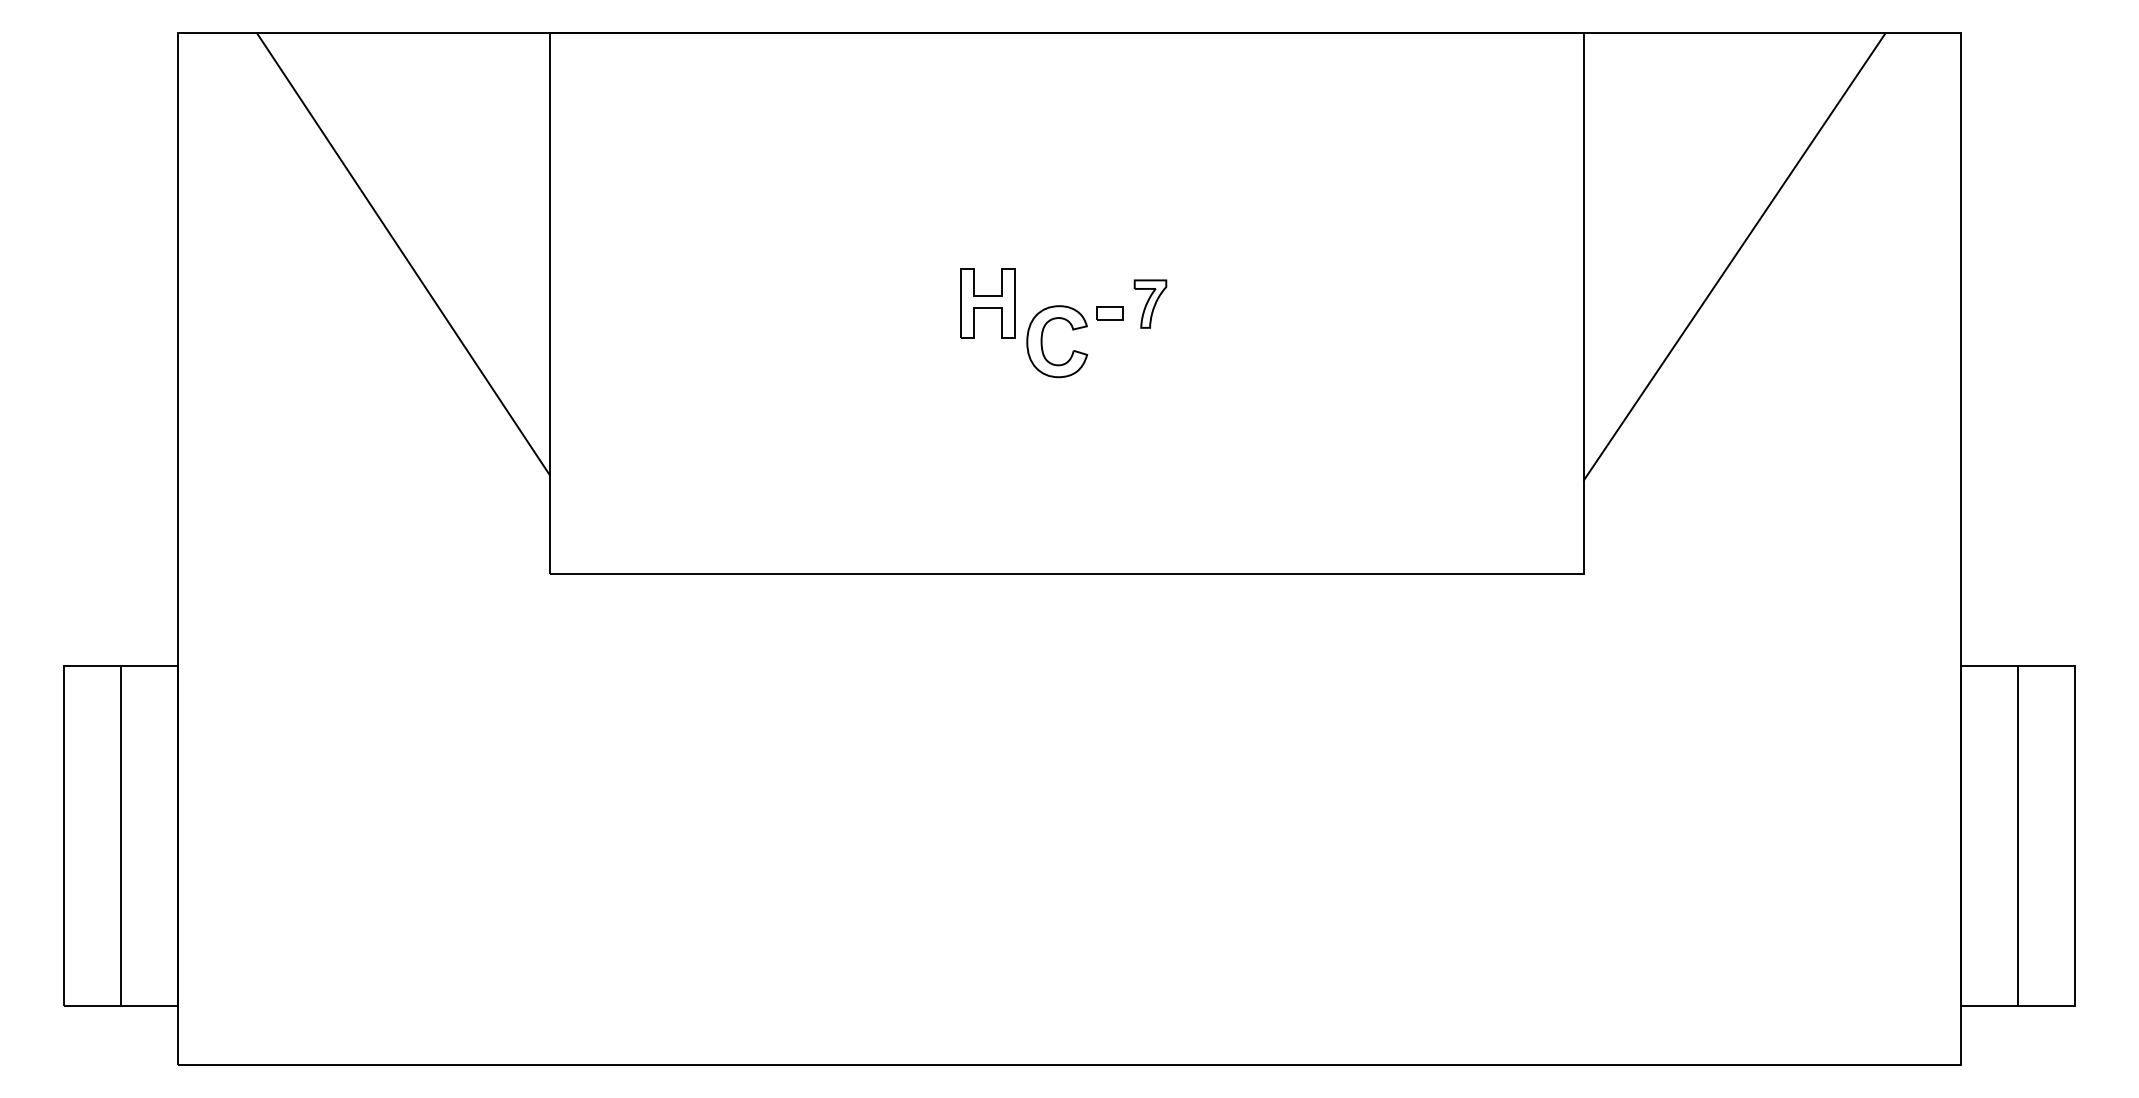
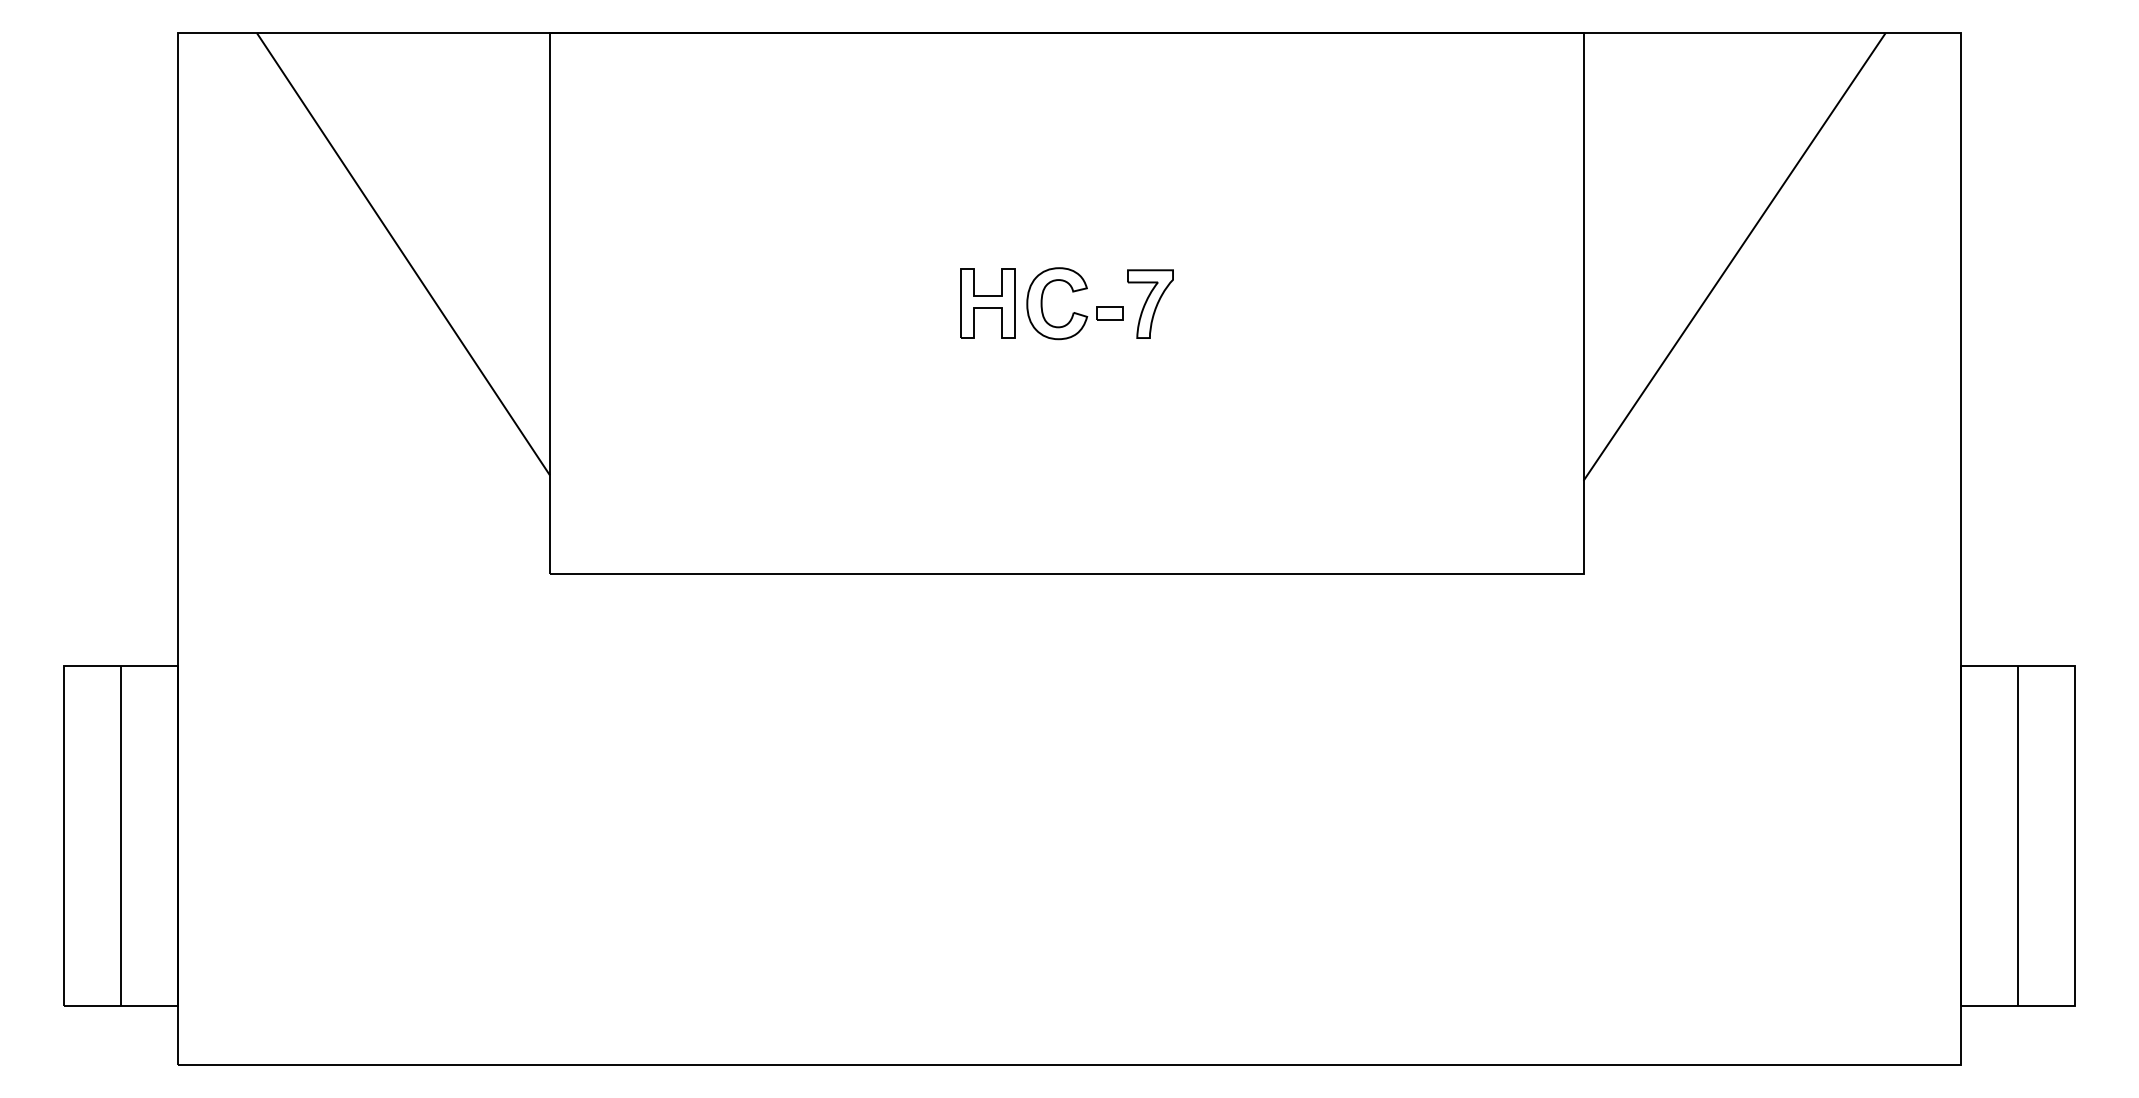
part at (1150, 303) size: 35x50 px -> 47x70 px
part at (1042, 341) position: (1042, 341) -> (1042, 303)
